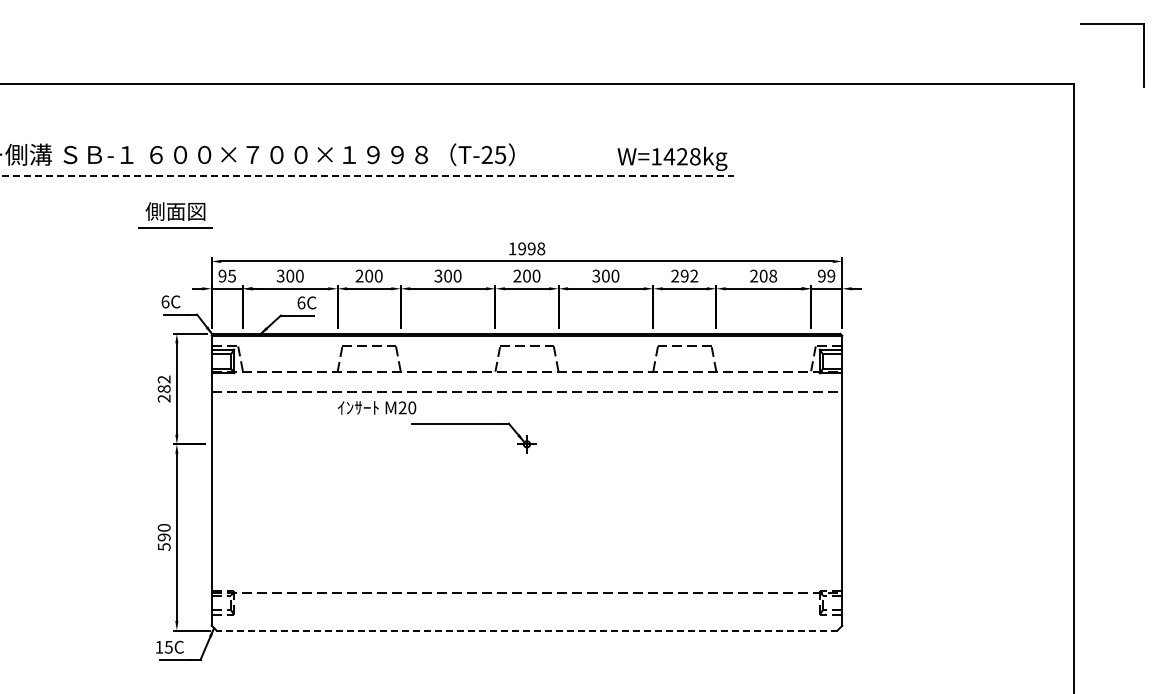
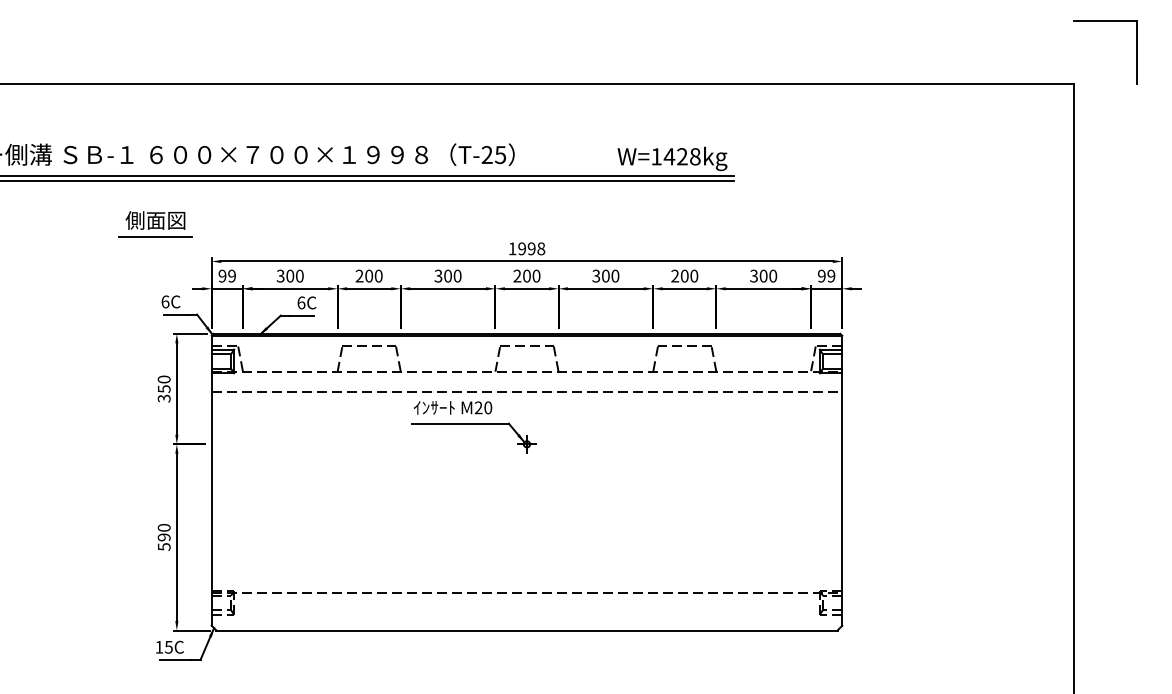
part at (1112, 24) position: (1112, 24) -> (1105, 21)
line at (367, 175): dashed -> solid
line at (367, 180): none -> present
part at (175, 215) position: (175, 215) -> (155, 224)
text at (231, 275): 95 -> 99
text at (689, 275): 292 -> 200
text at (763, 276): 208 -> 300
text at (163, 388): 282 -> 350
text at (377, 407) position: (377, 407) -> (453, 407)
line at (527, 630): dashed -> solid
